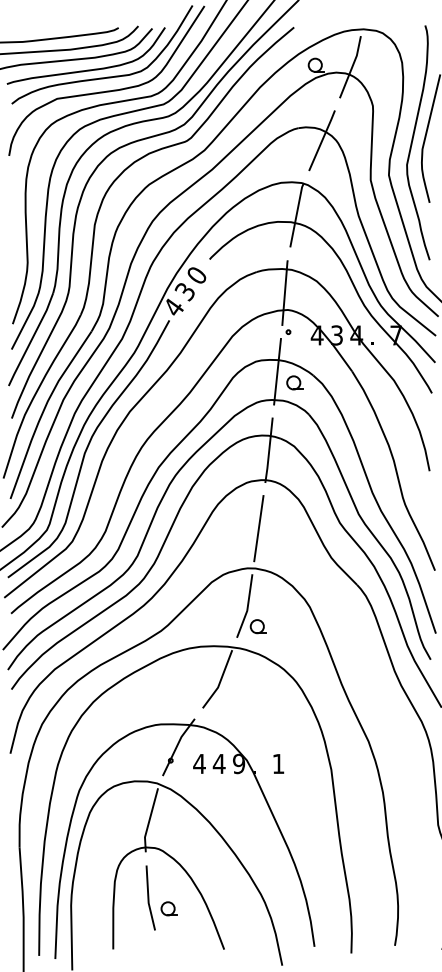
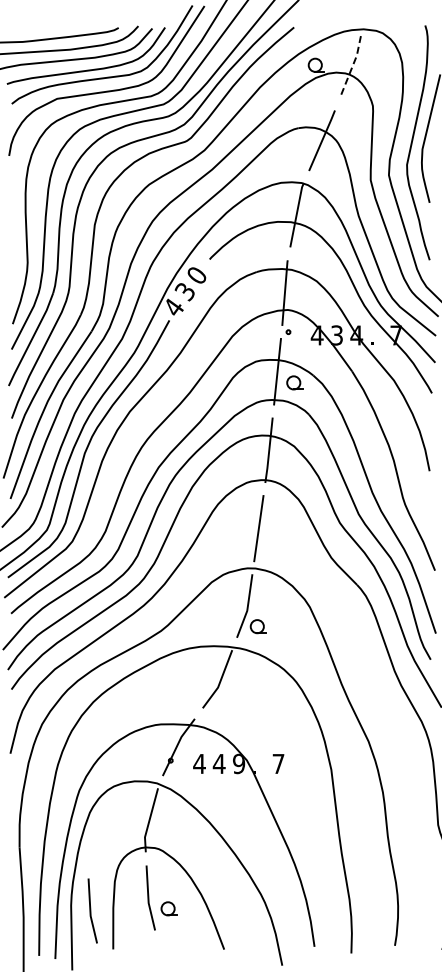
line at (352, 66): solid -> dashed
text at (278, 763): 1 -> 7
line at (91, 910): none -> present
